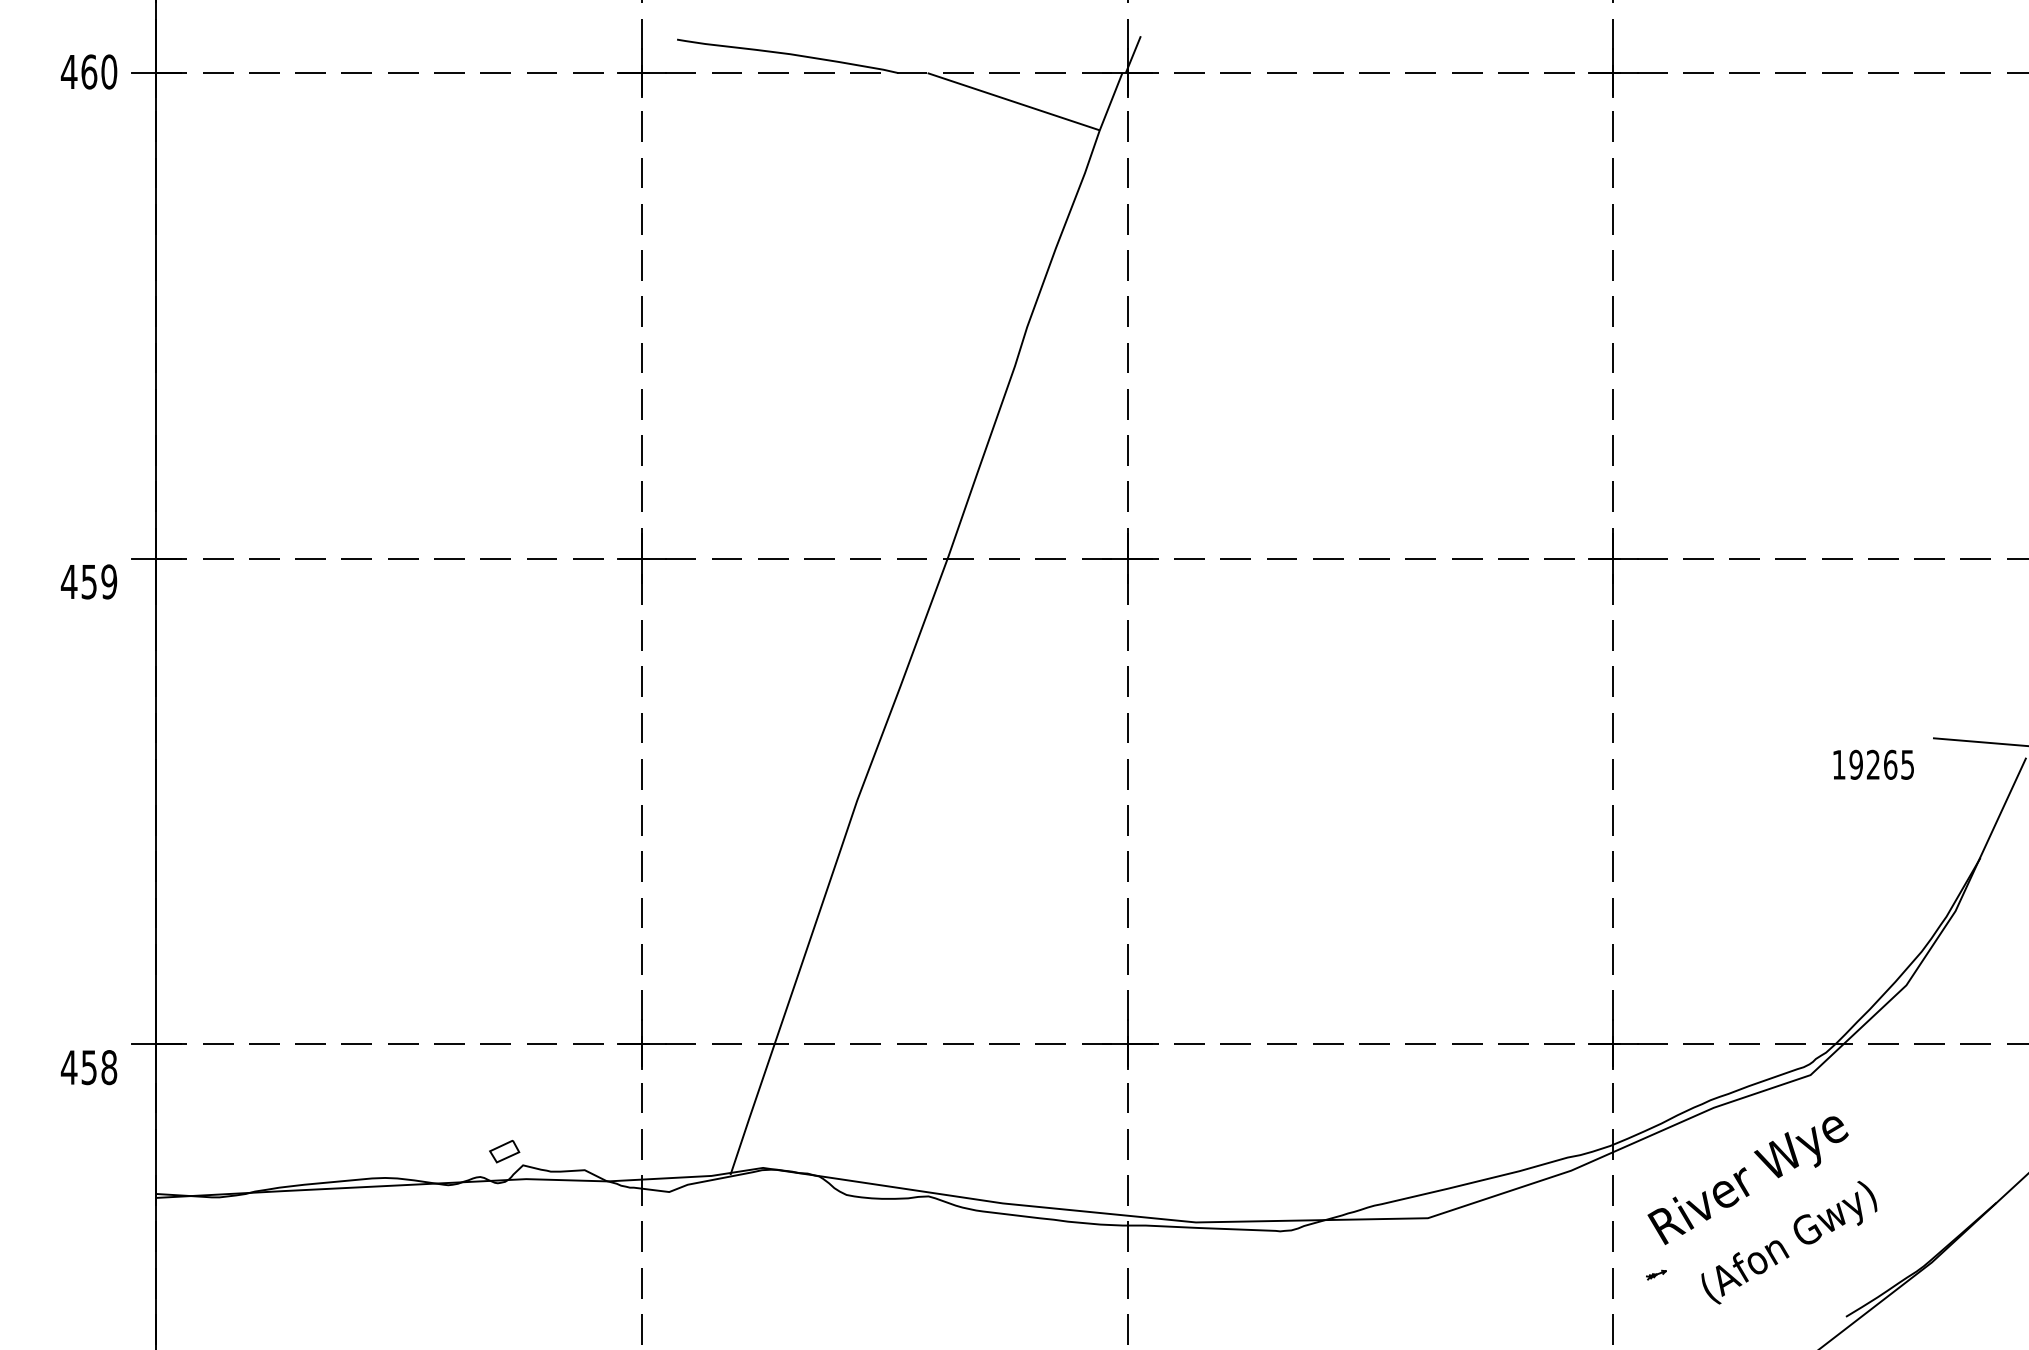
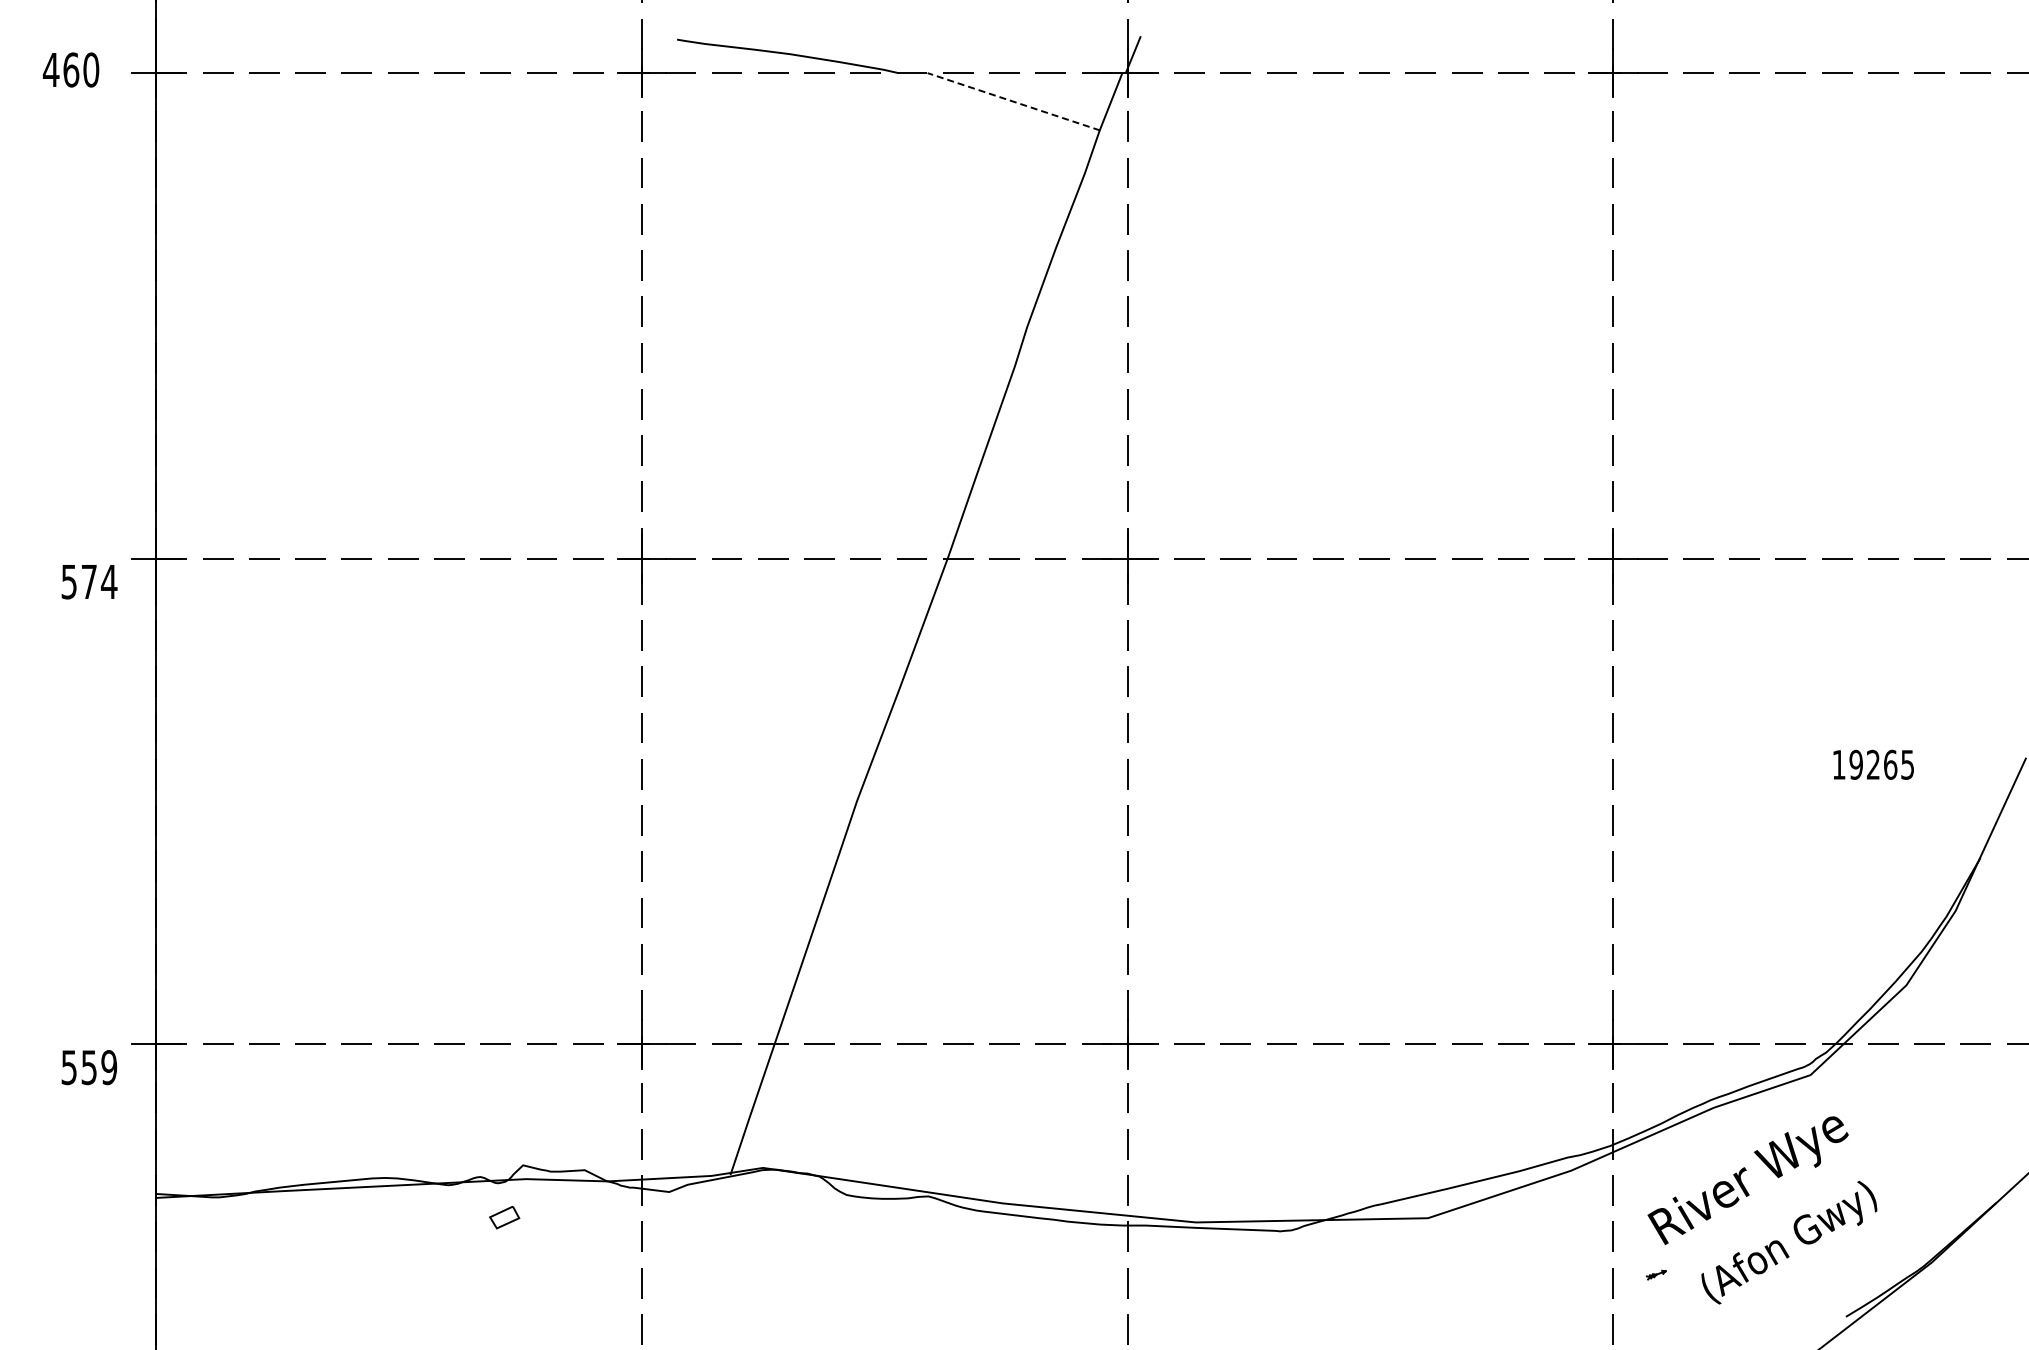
text at (88, 71) position: (88, 71) -> (70, 69)
line at (1013, 101): solid -> dashed
text at (88, 581): 459 -> 574
line at (1979, 741): present -> none
text at (88, 1067): 458 -> 559
part at (504, 1151) position: (504, 1151) -> (504, 1217)
